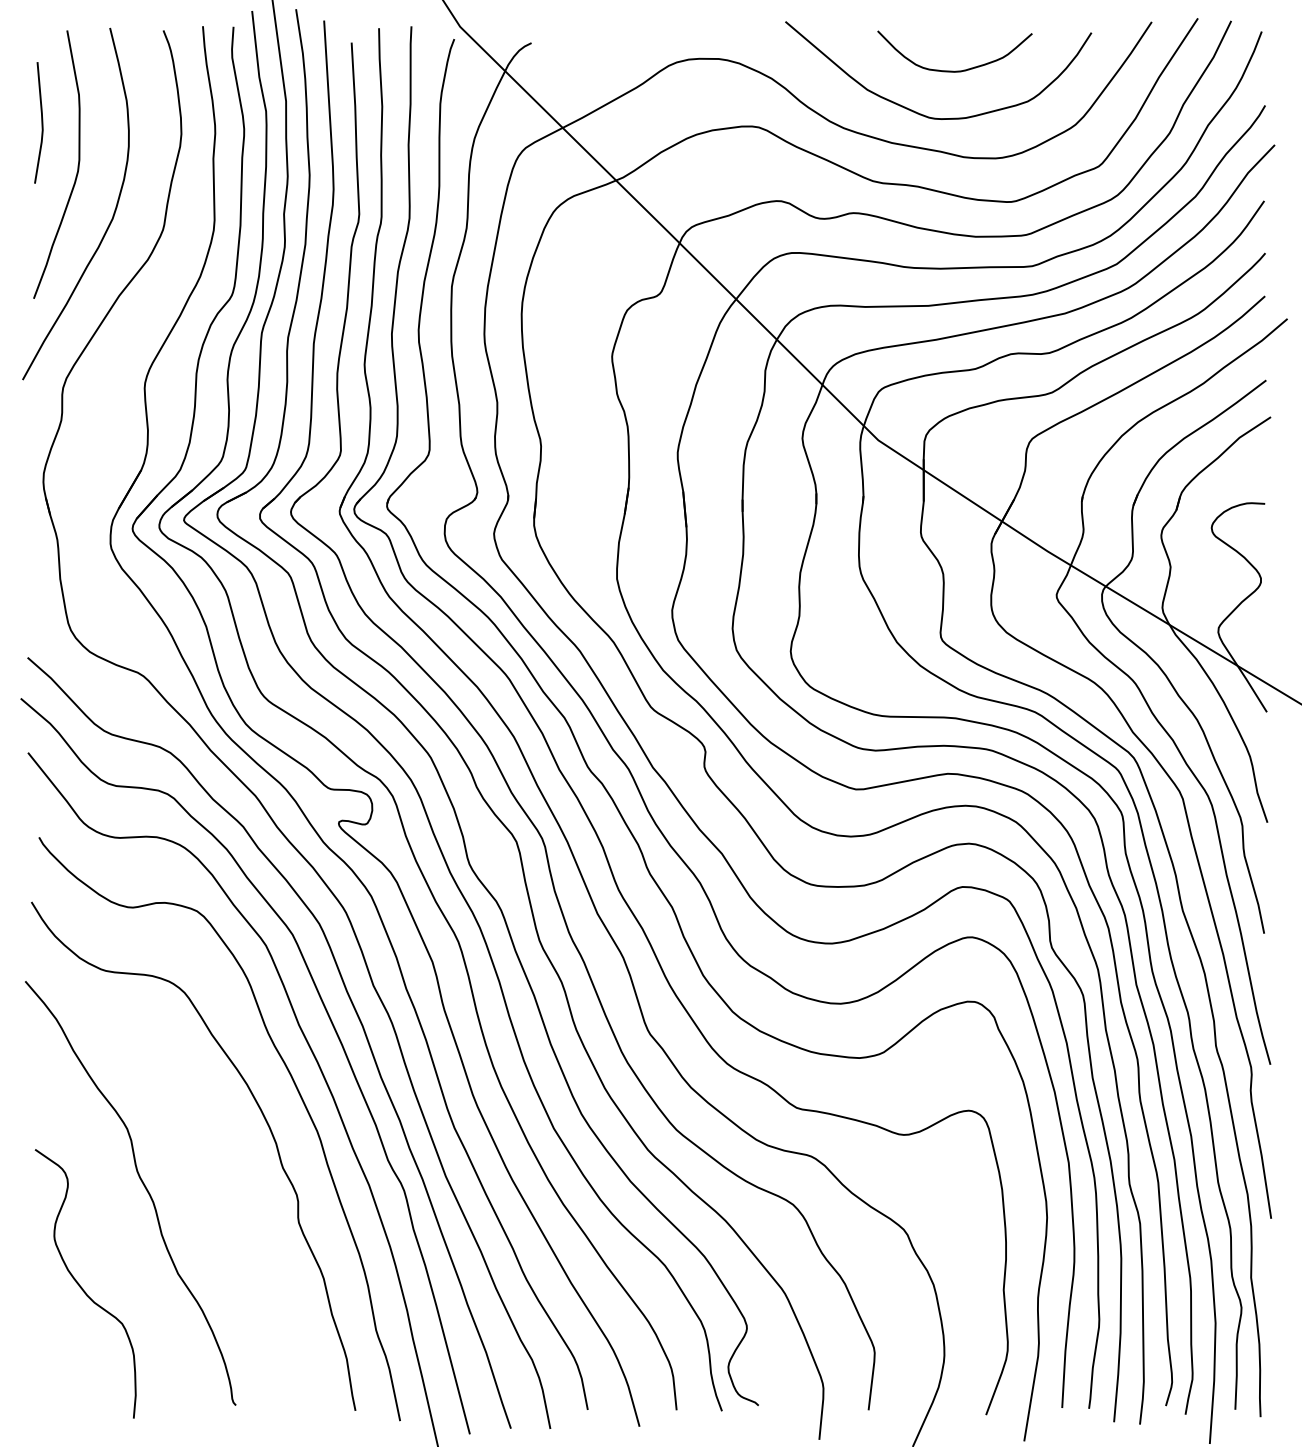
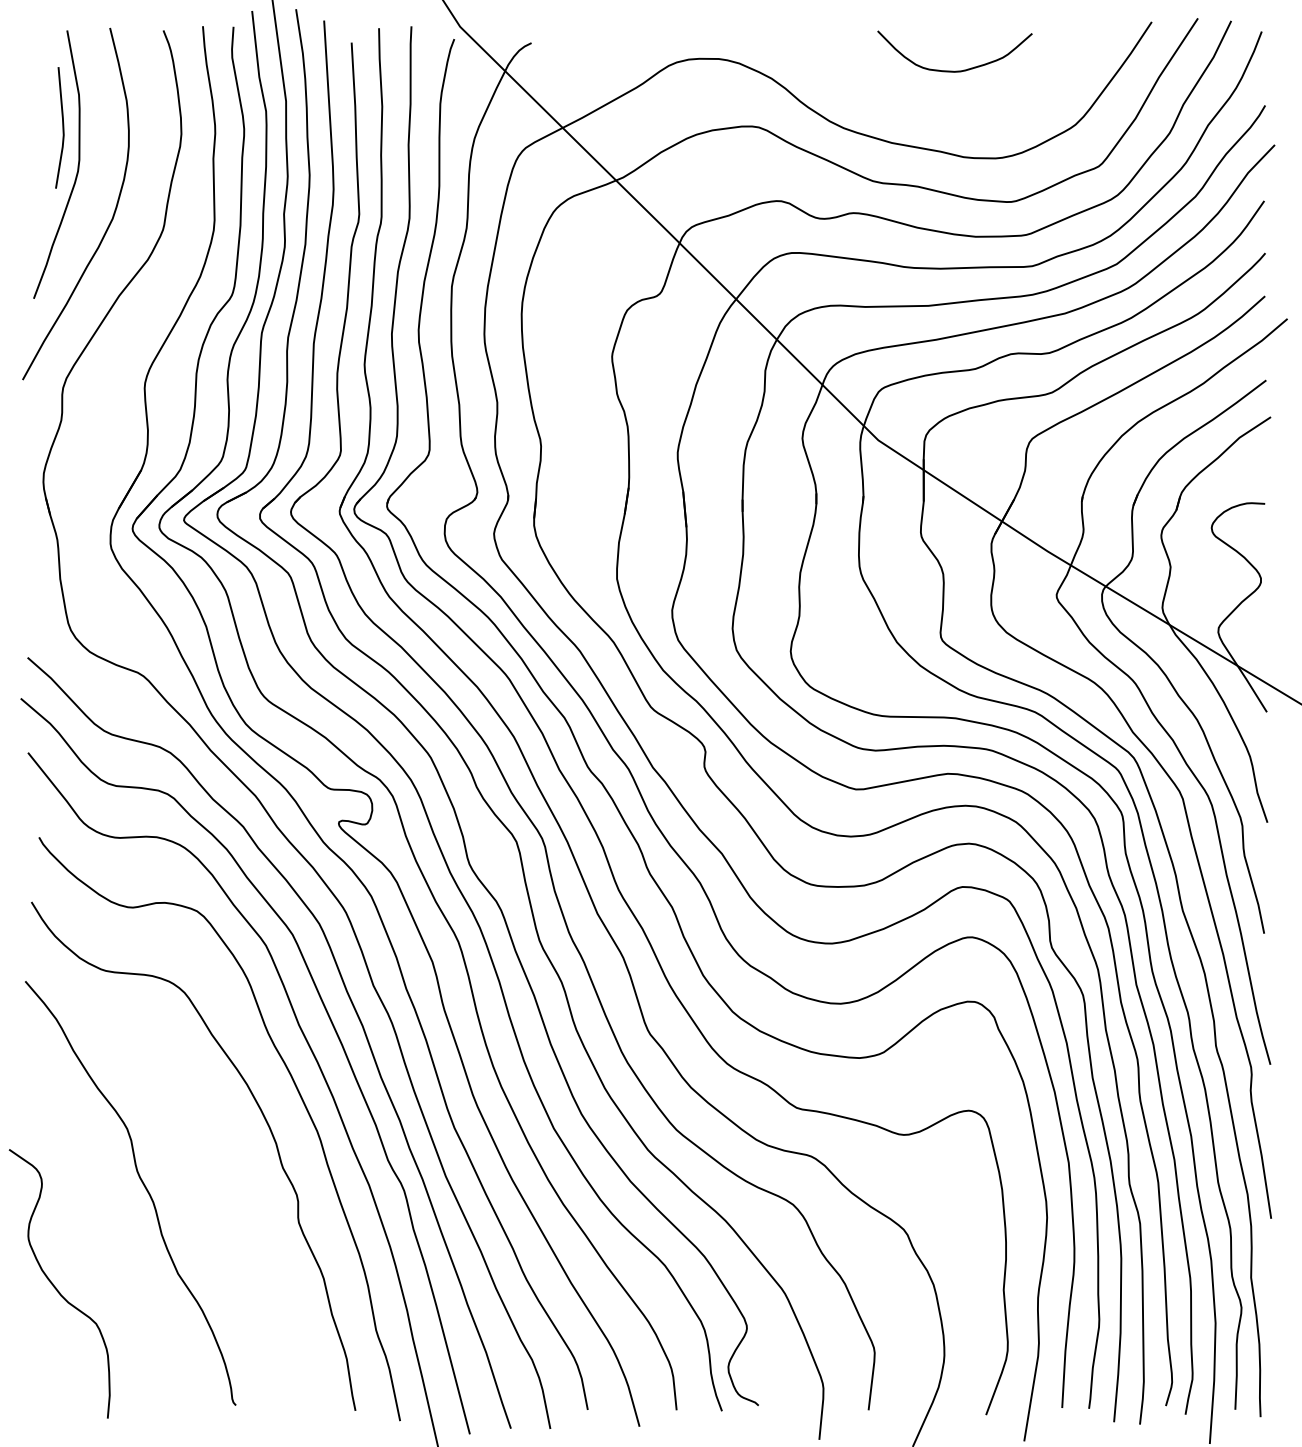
curve at (921, 113): present -> none
line at (41, 122) position: (41, 122) -> (62, 127)
curve at (81, 1286) position: (81, 1286) -> (55, 1286)
